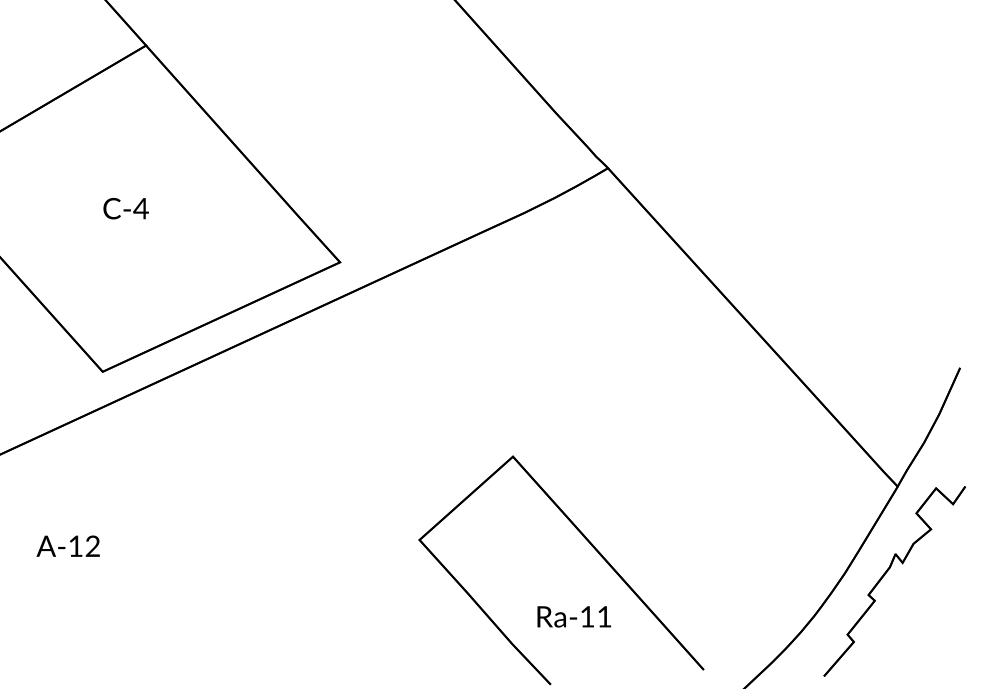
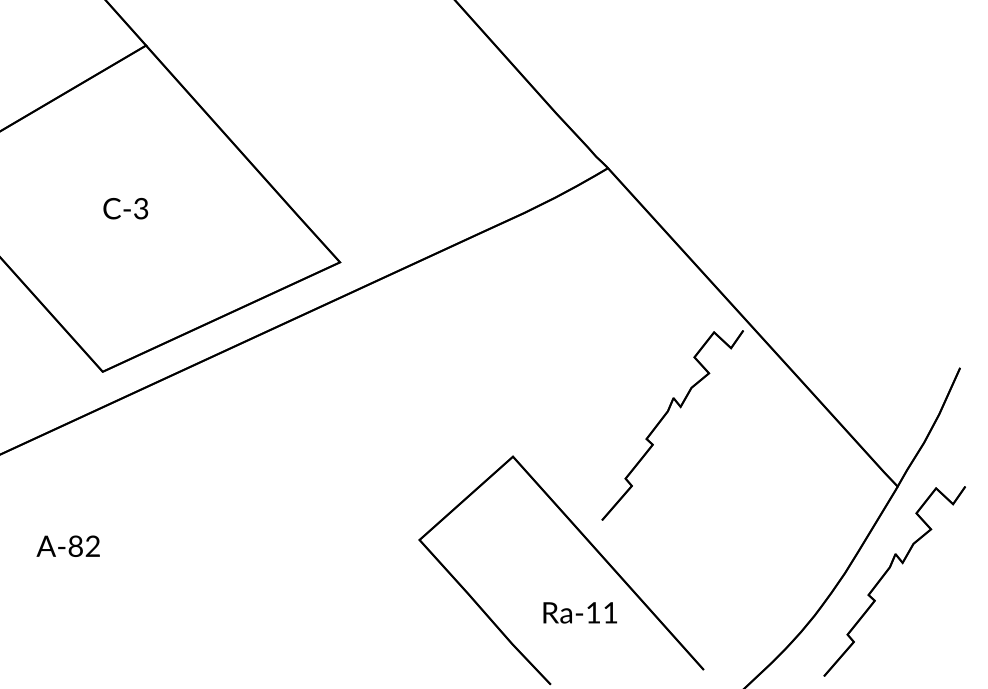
text at (140, 208): C-4 -> C-3
part at (662, 420): none -> present
text at (75, 545): A-12 -> A-82
text at (573, 616) position: (573, 616) -> (579, 612)
